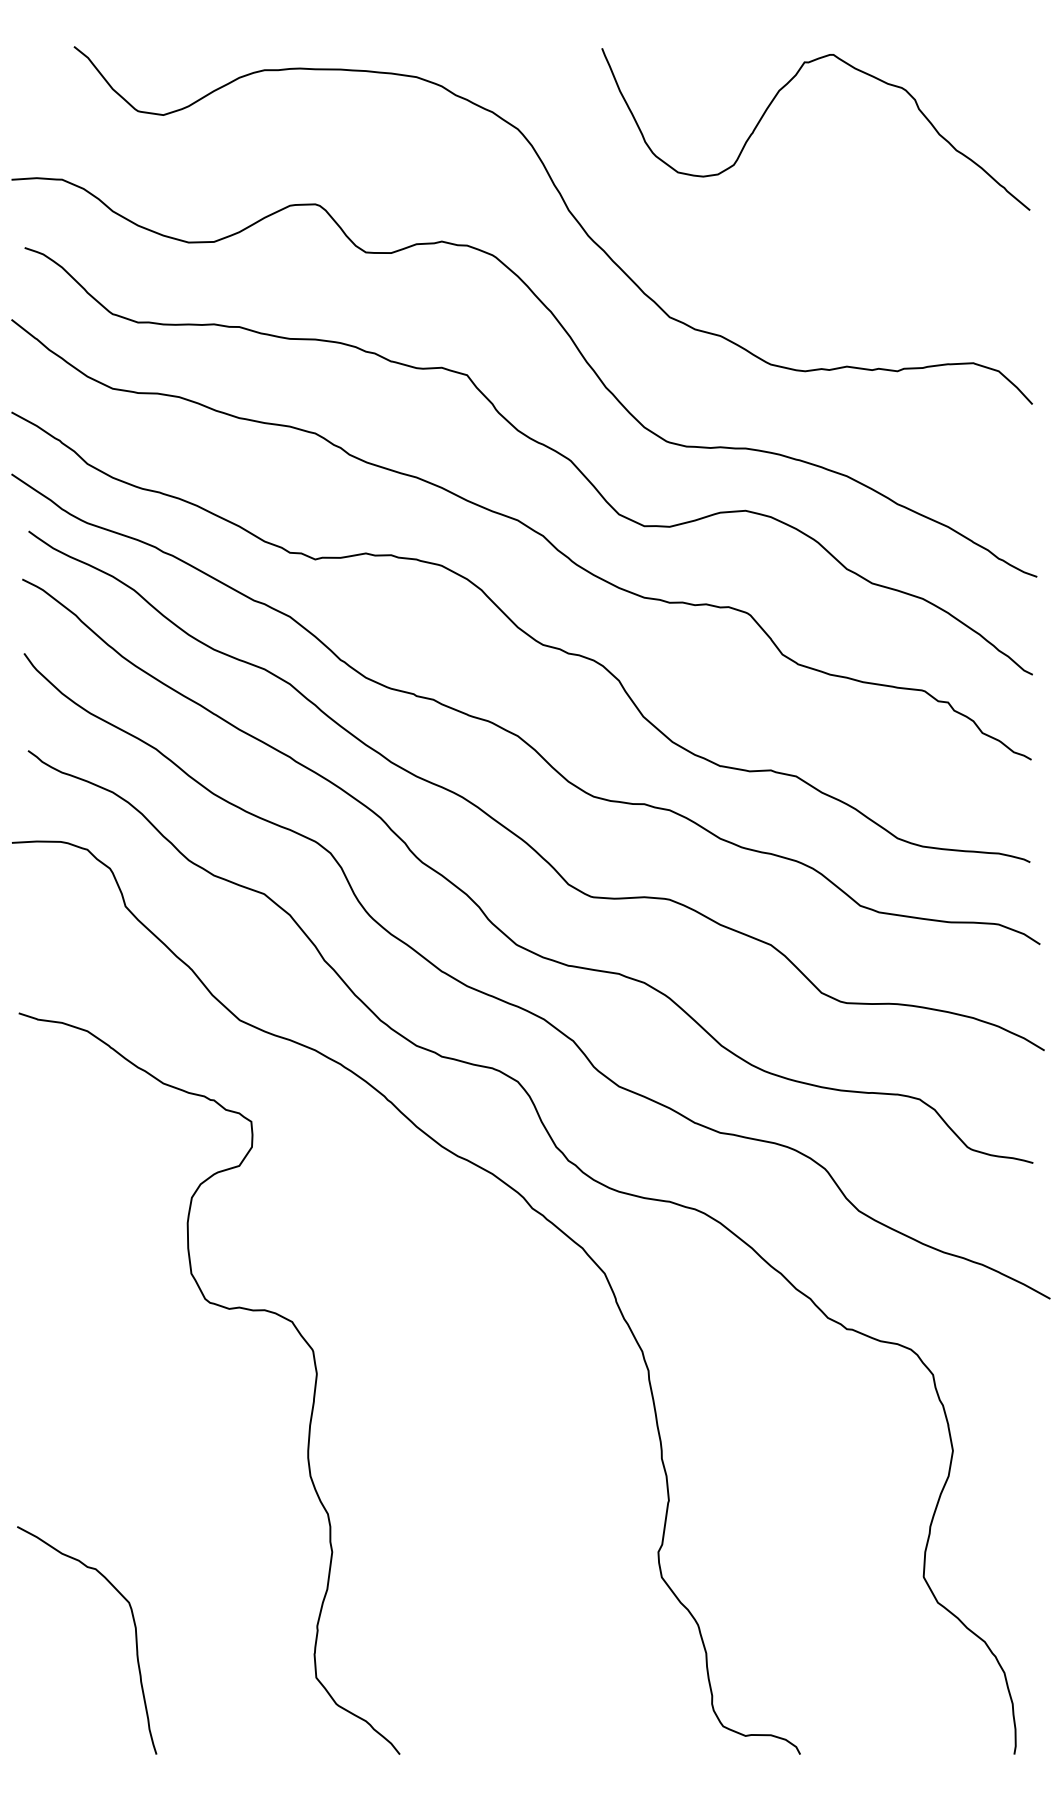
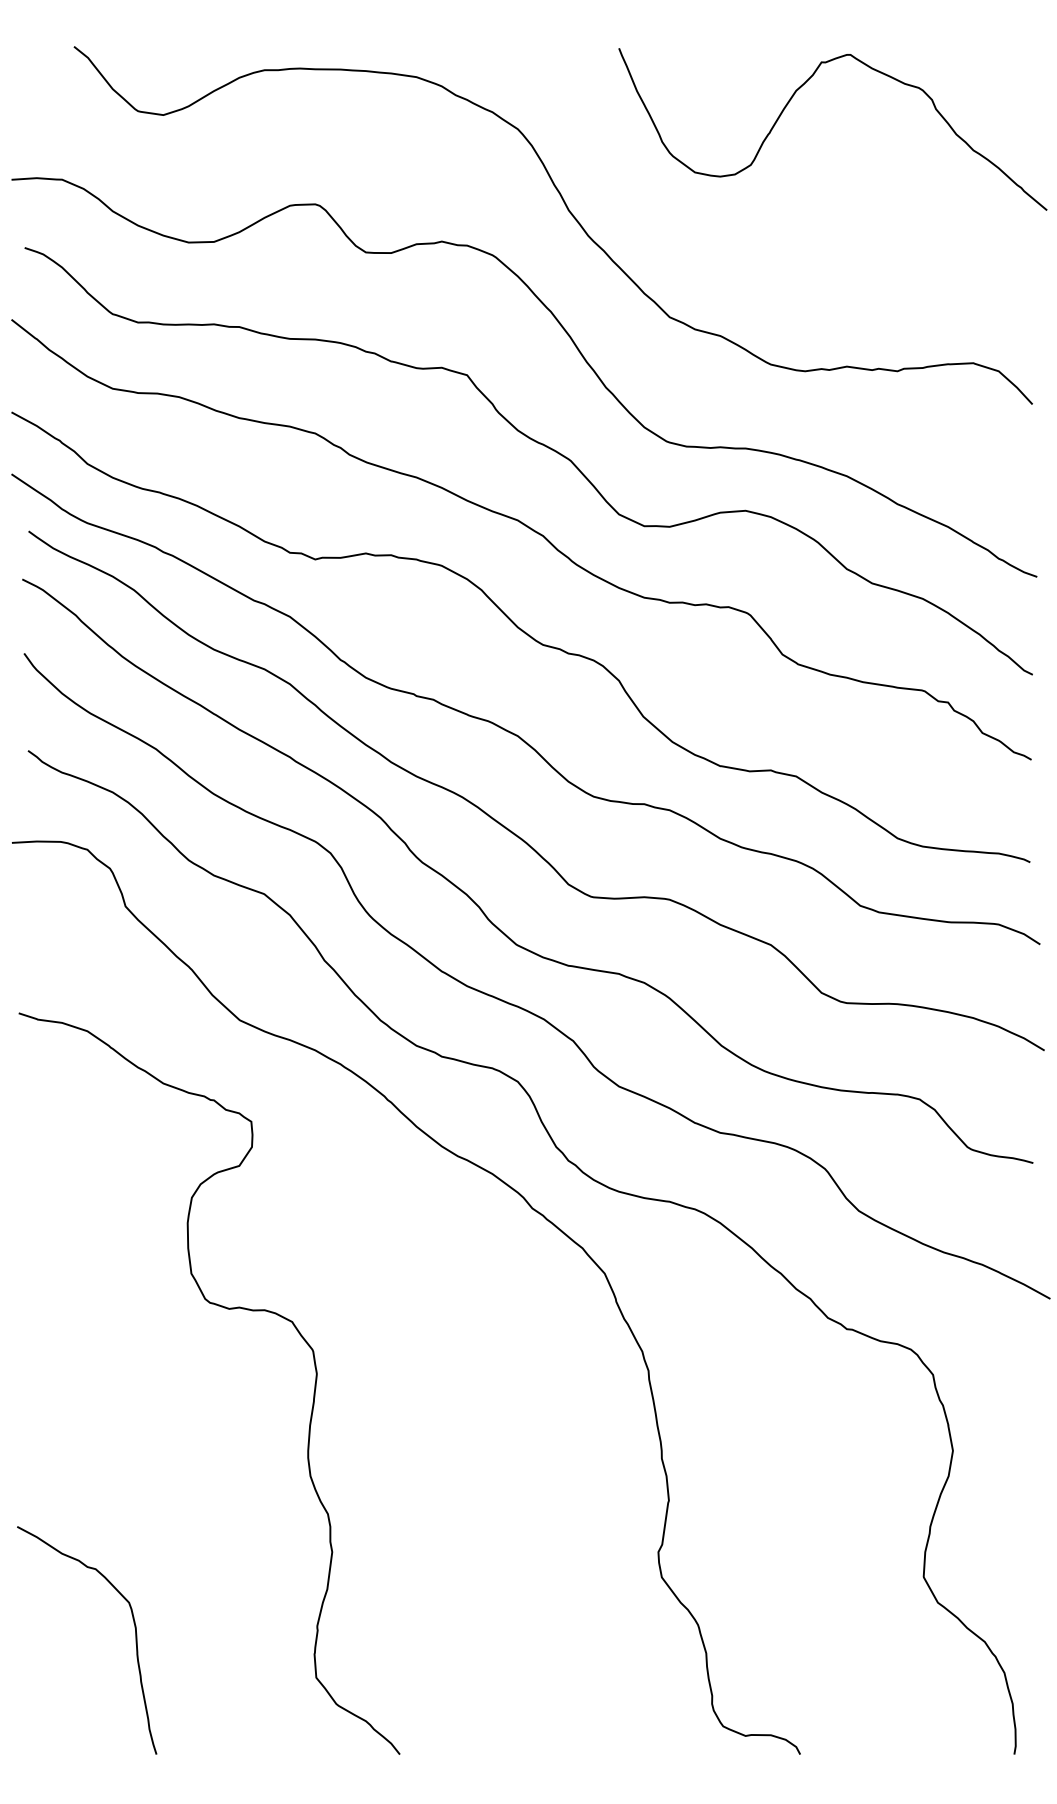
curve at (773, 101) position: (773, 101) -> (790, 101)
